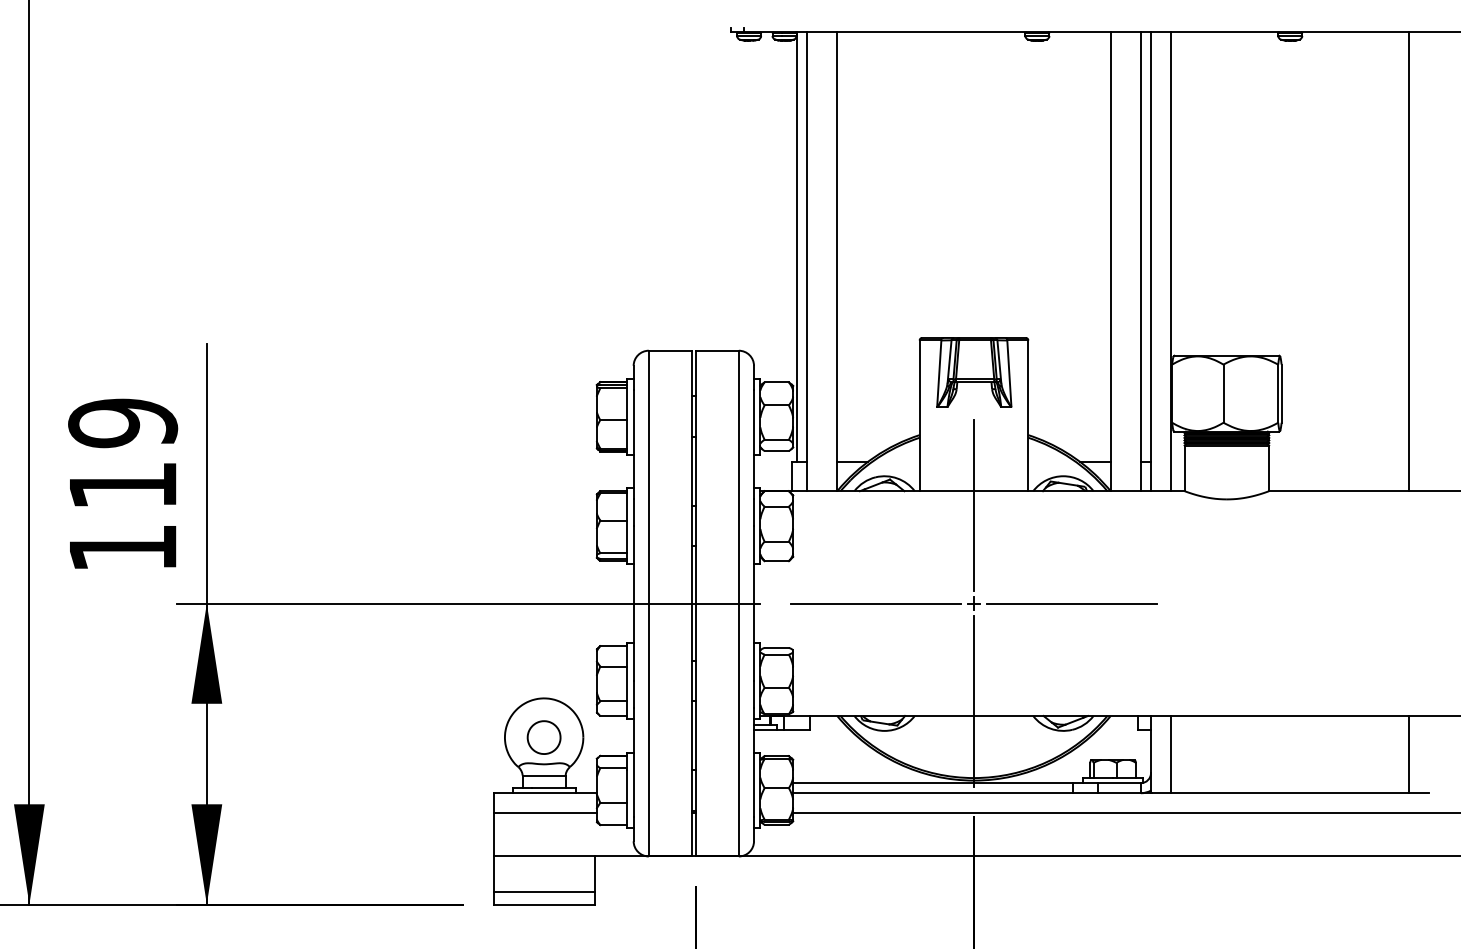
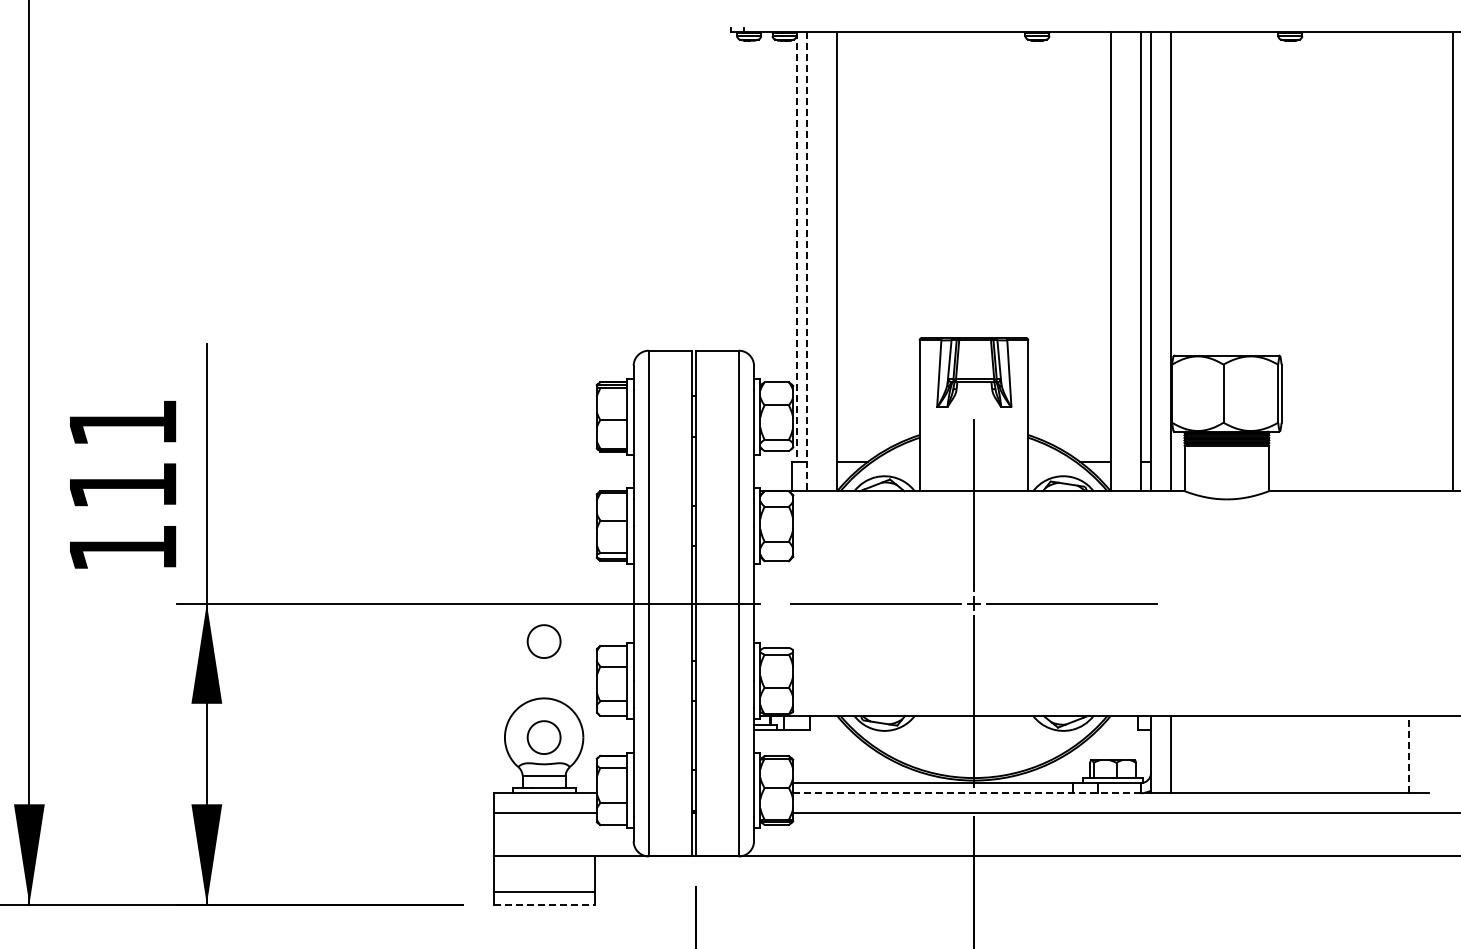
line at (797, 247): solid -> dashed
line at (807, 261): solid -> dashed
line at (1408, 261) position: (1408, 261) -> (1452, 261)
text at (123, 423): 119 -> 111
part at (543, 641): none -> present
line at (1408, 754): solid -> dashed
line at (971, 793): solid -> dashed
line at (544, 904): solid -> dashed
